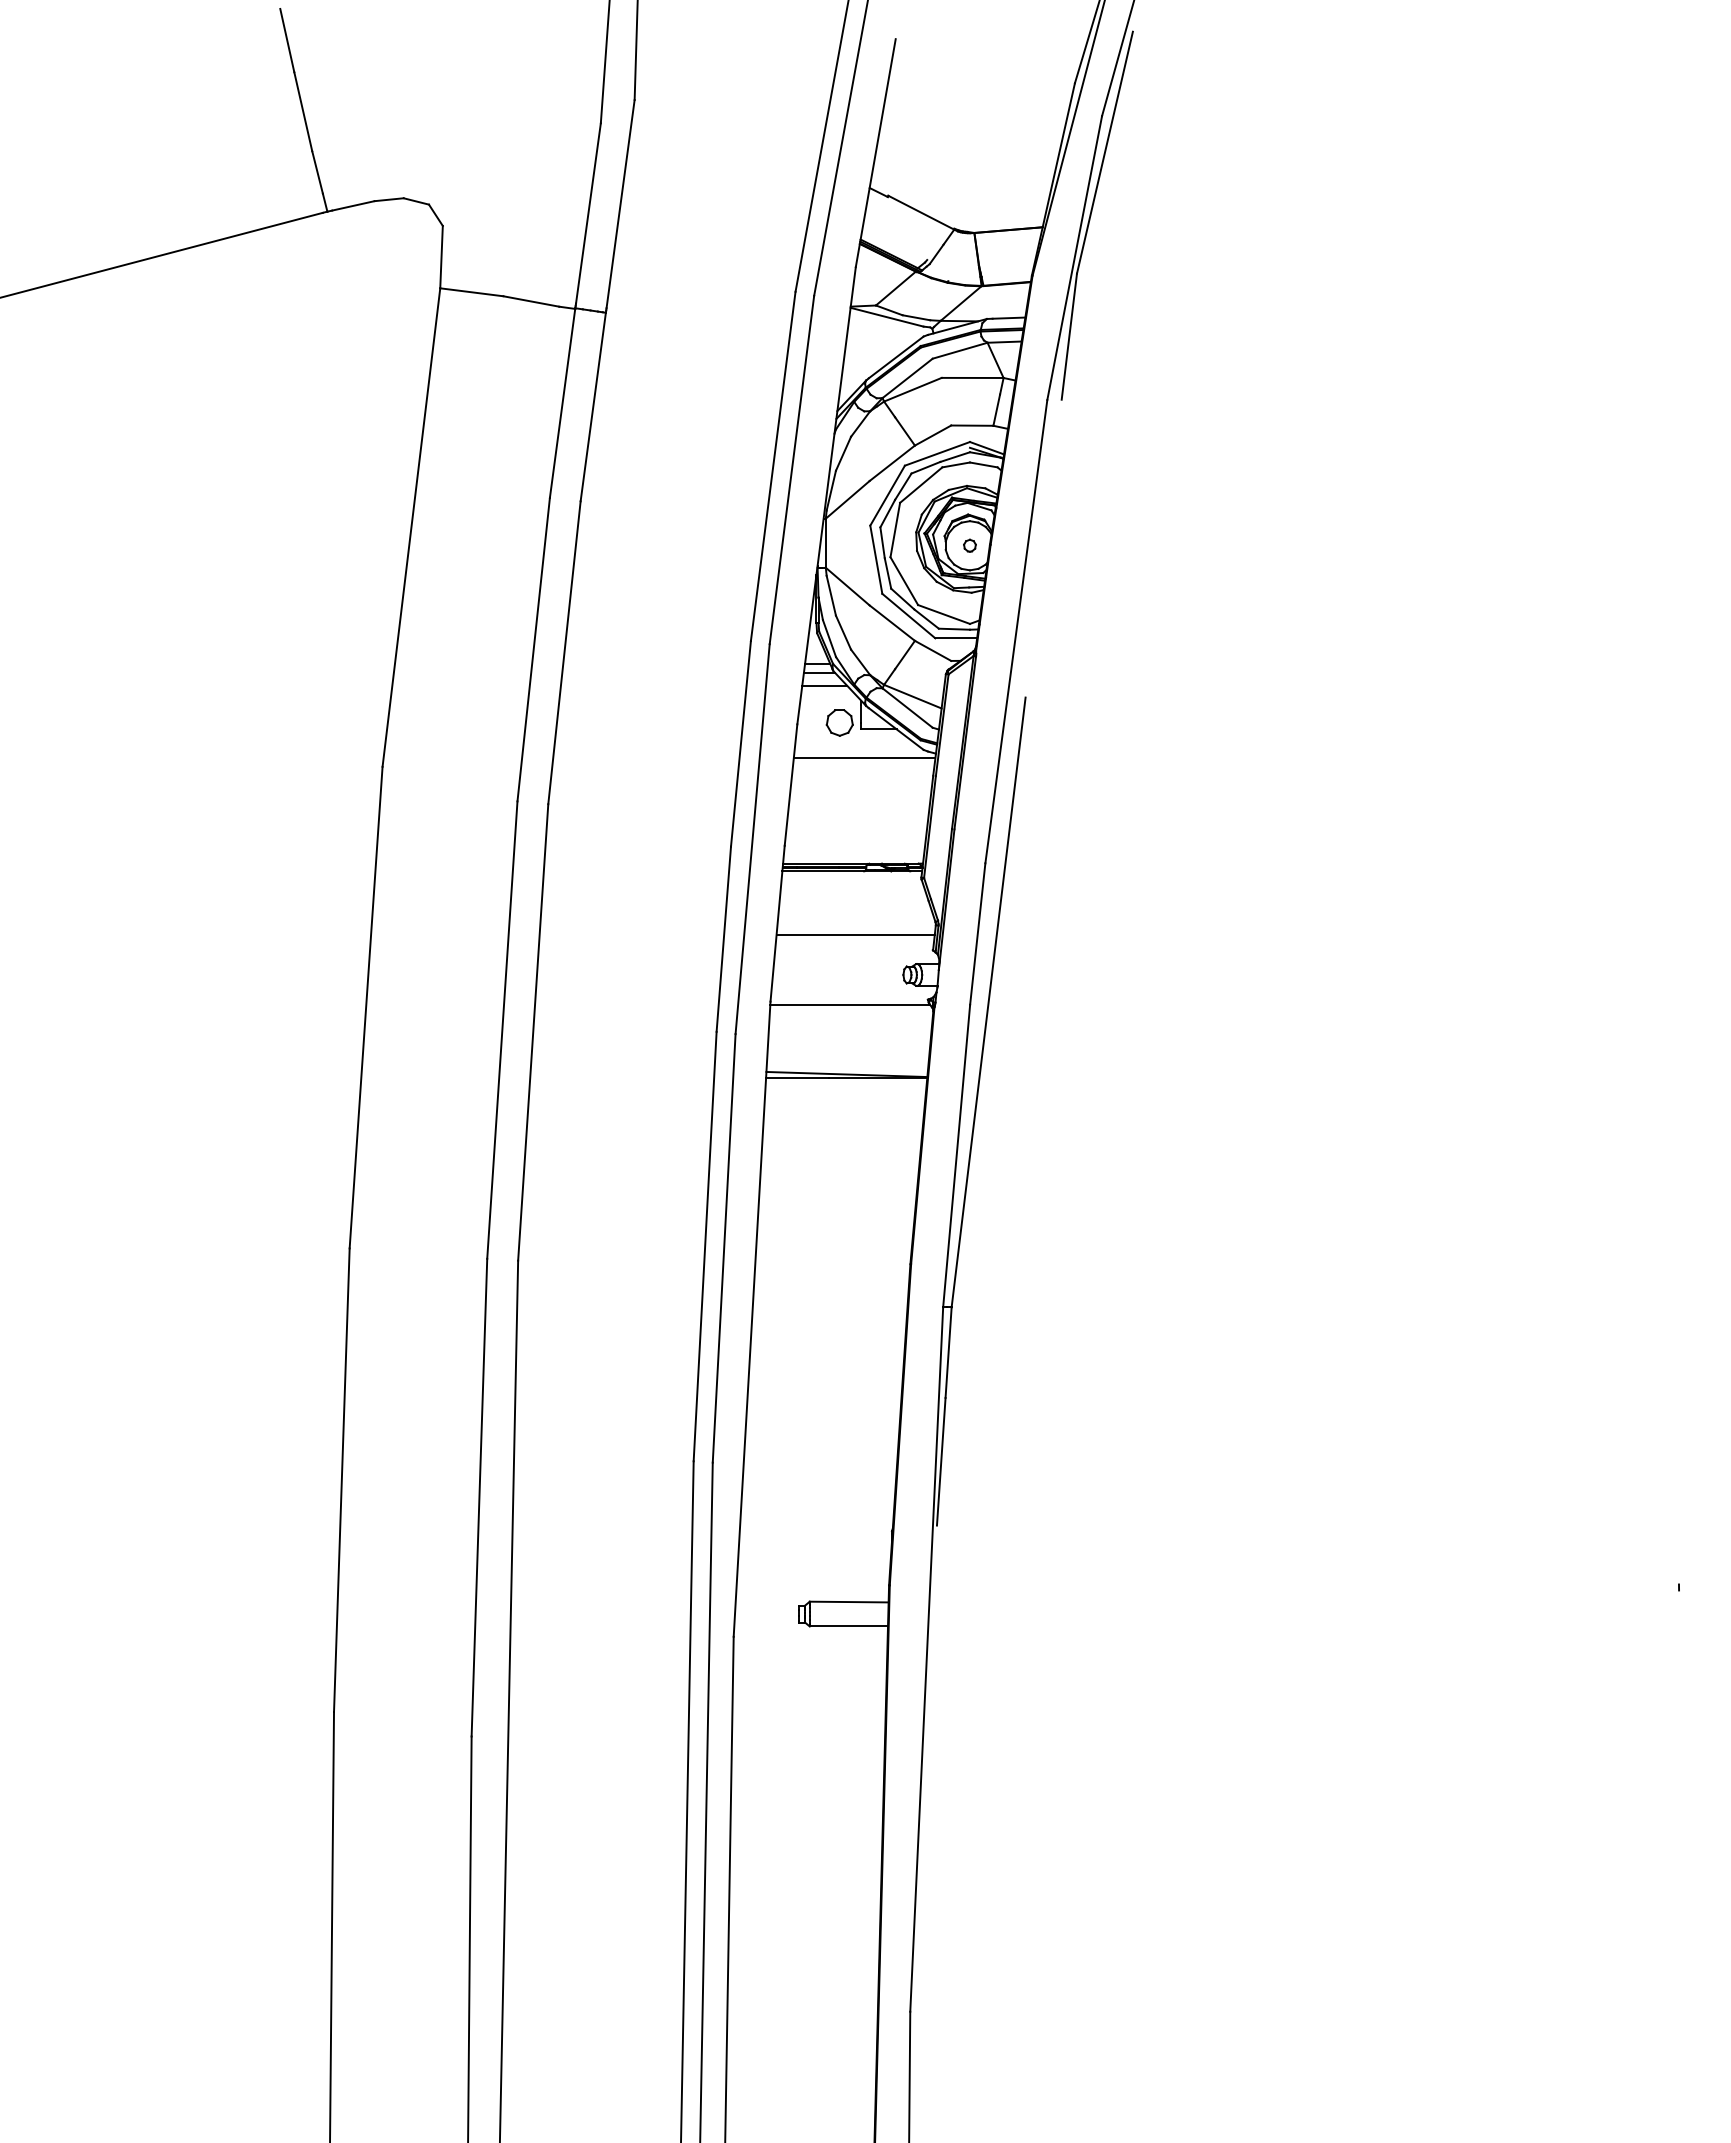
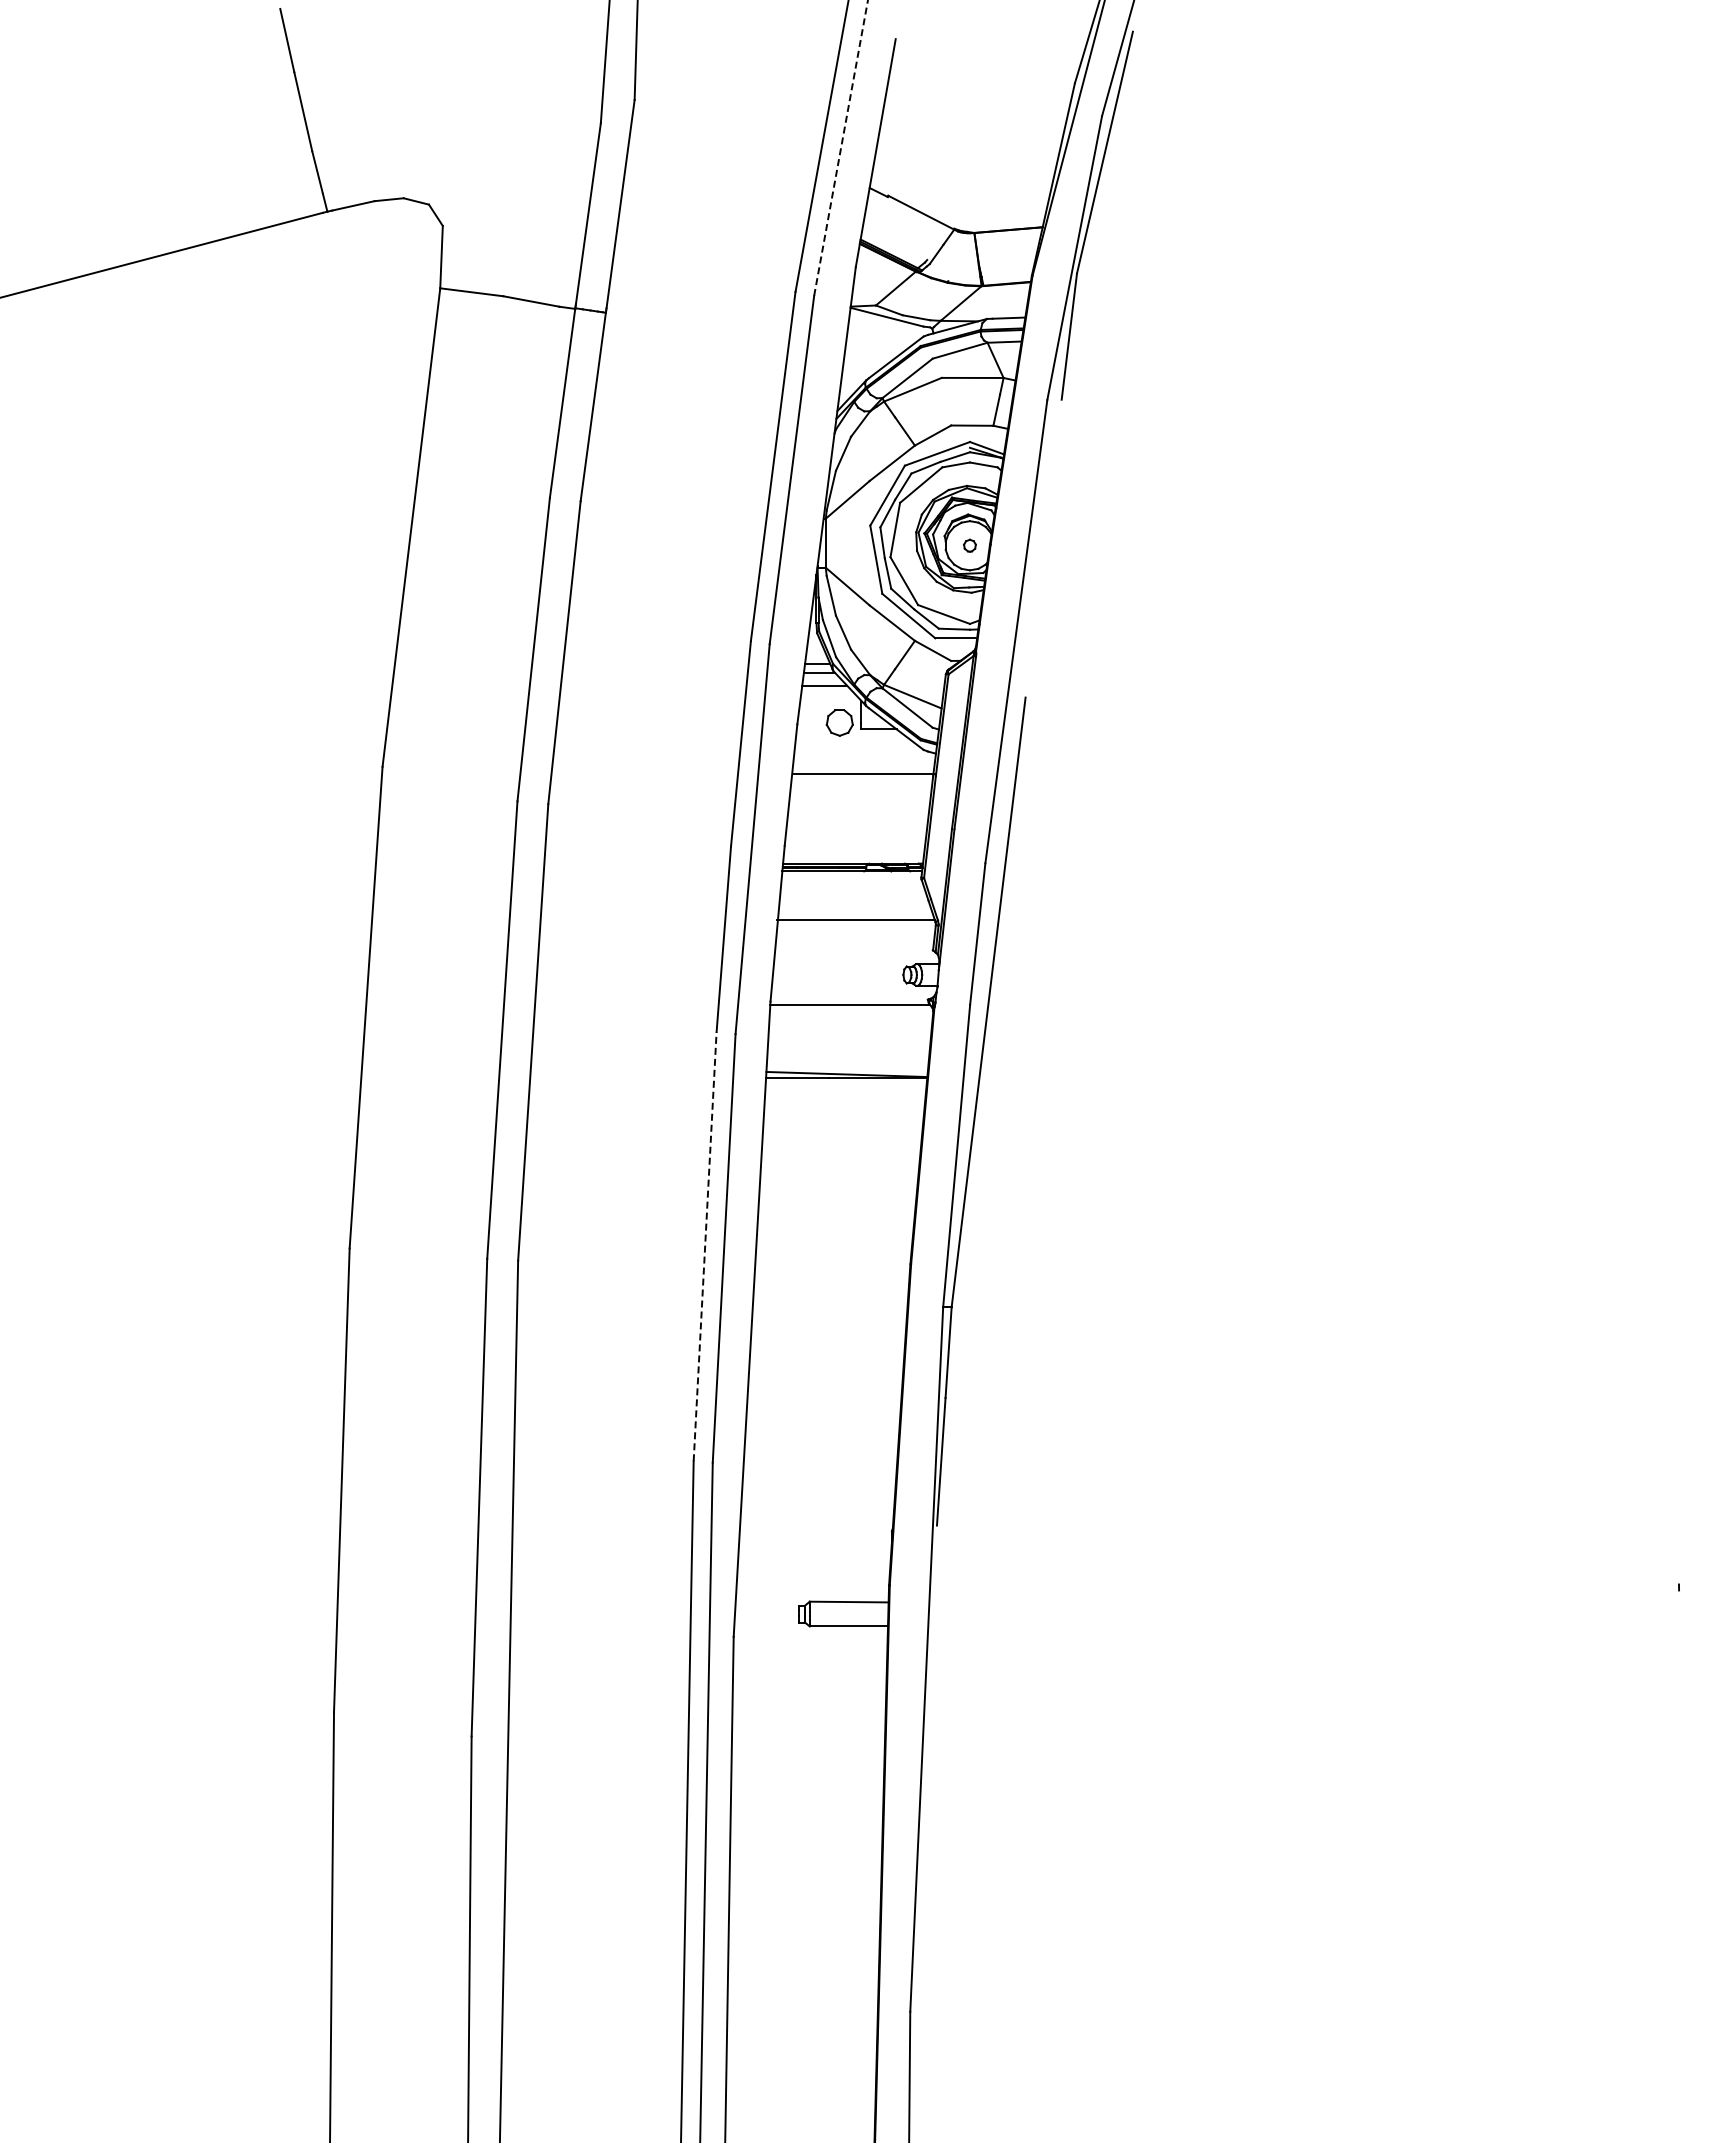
line at (841, 147): solid -> dashed
line at (864, 758) position: (864, 758) -> (864, 774)
line at (855, 935) position: (855, 935) -> (855, 920)
line at (705, 1246): solid -> dashed
